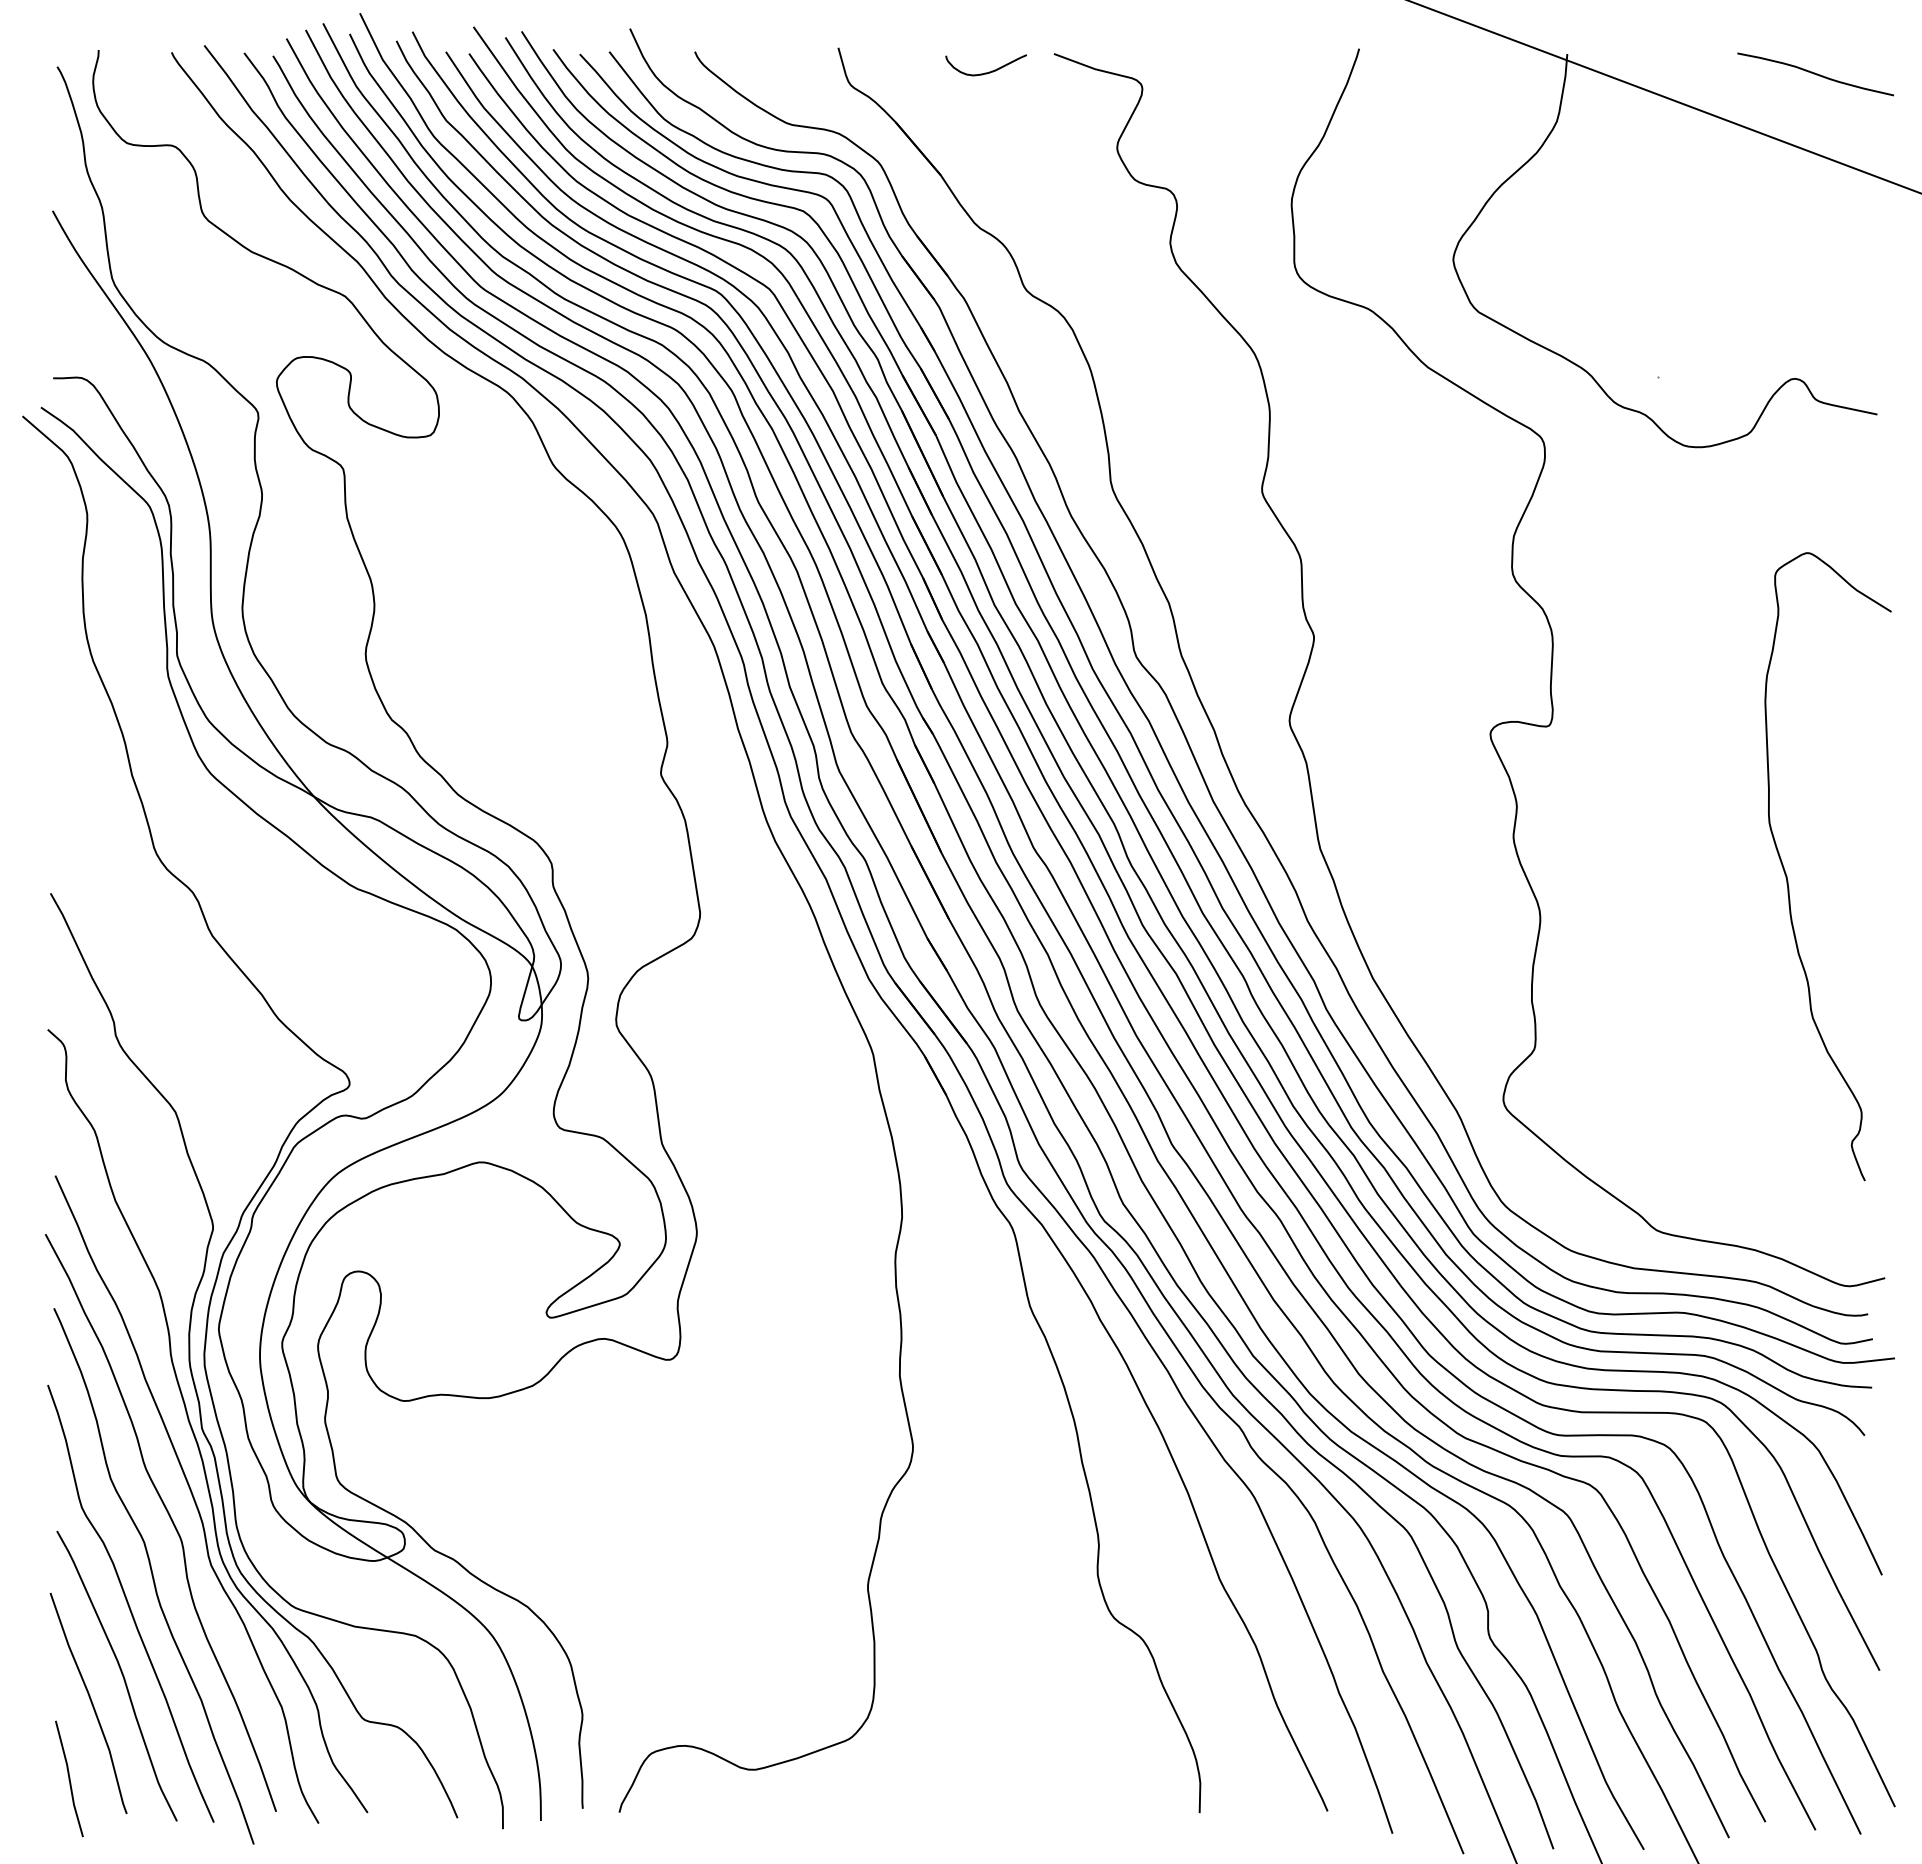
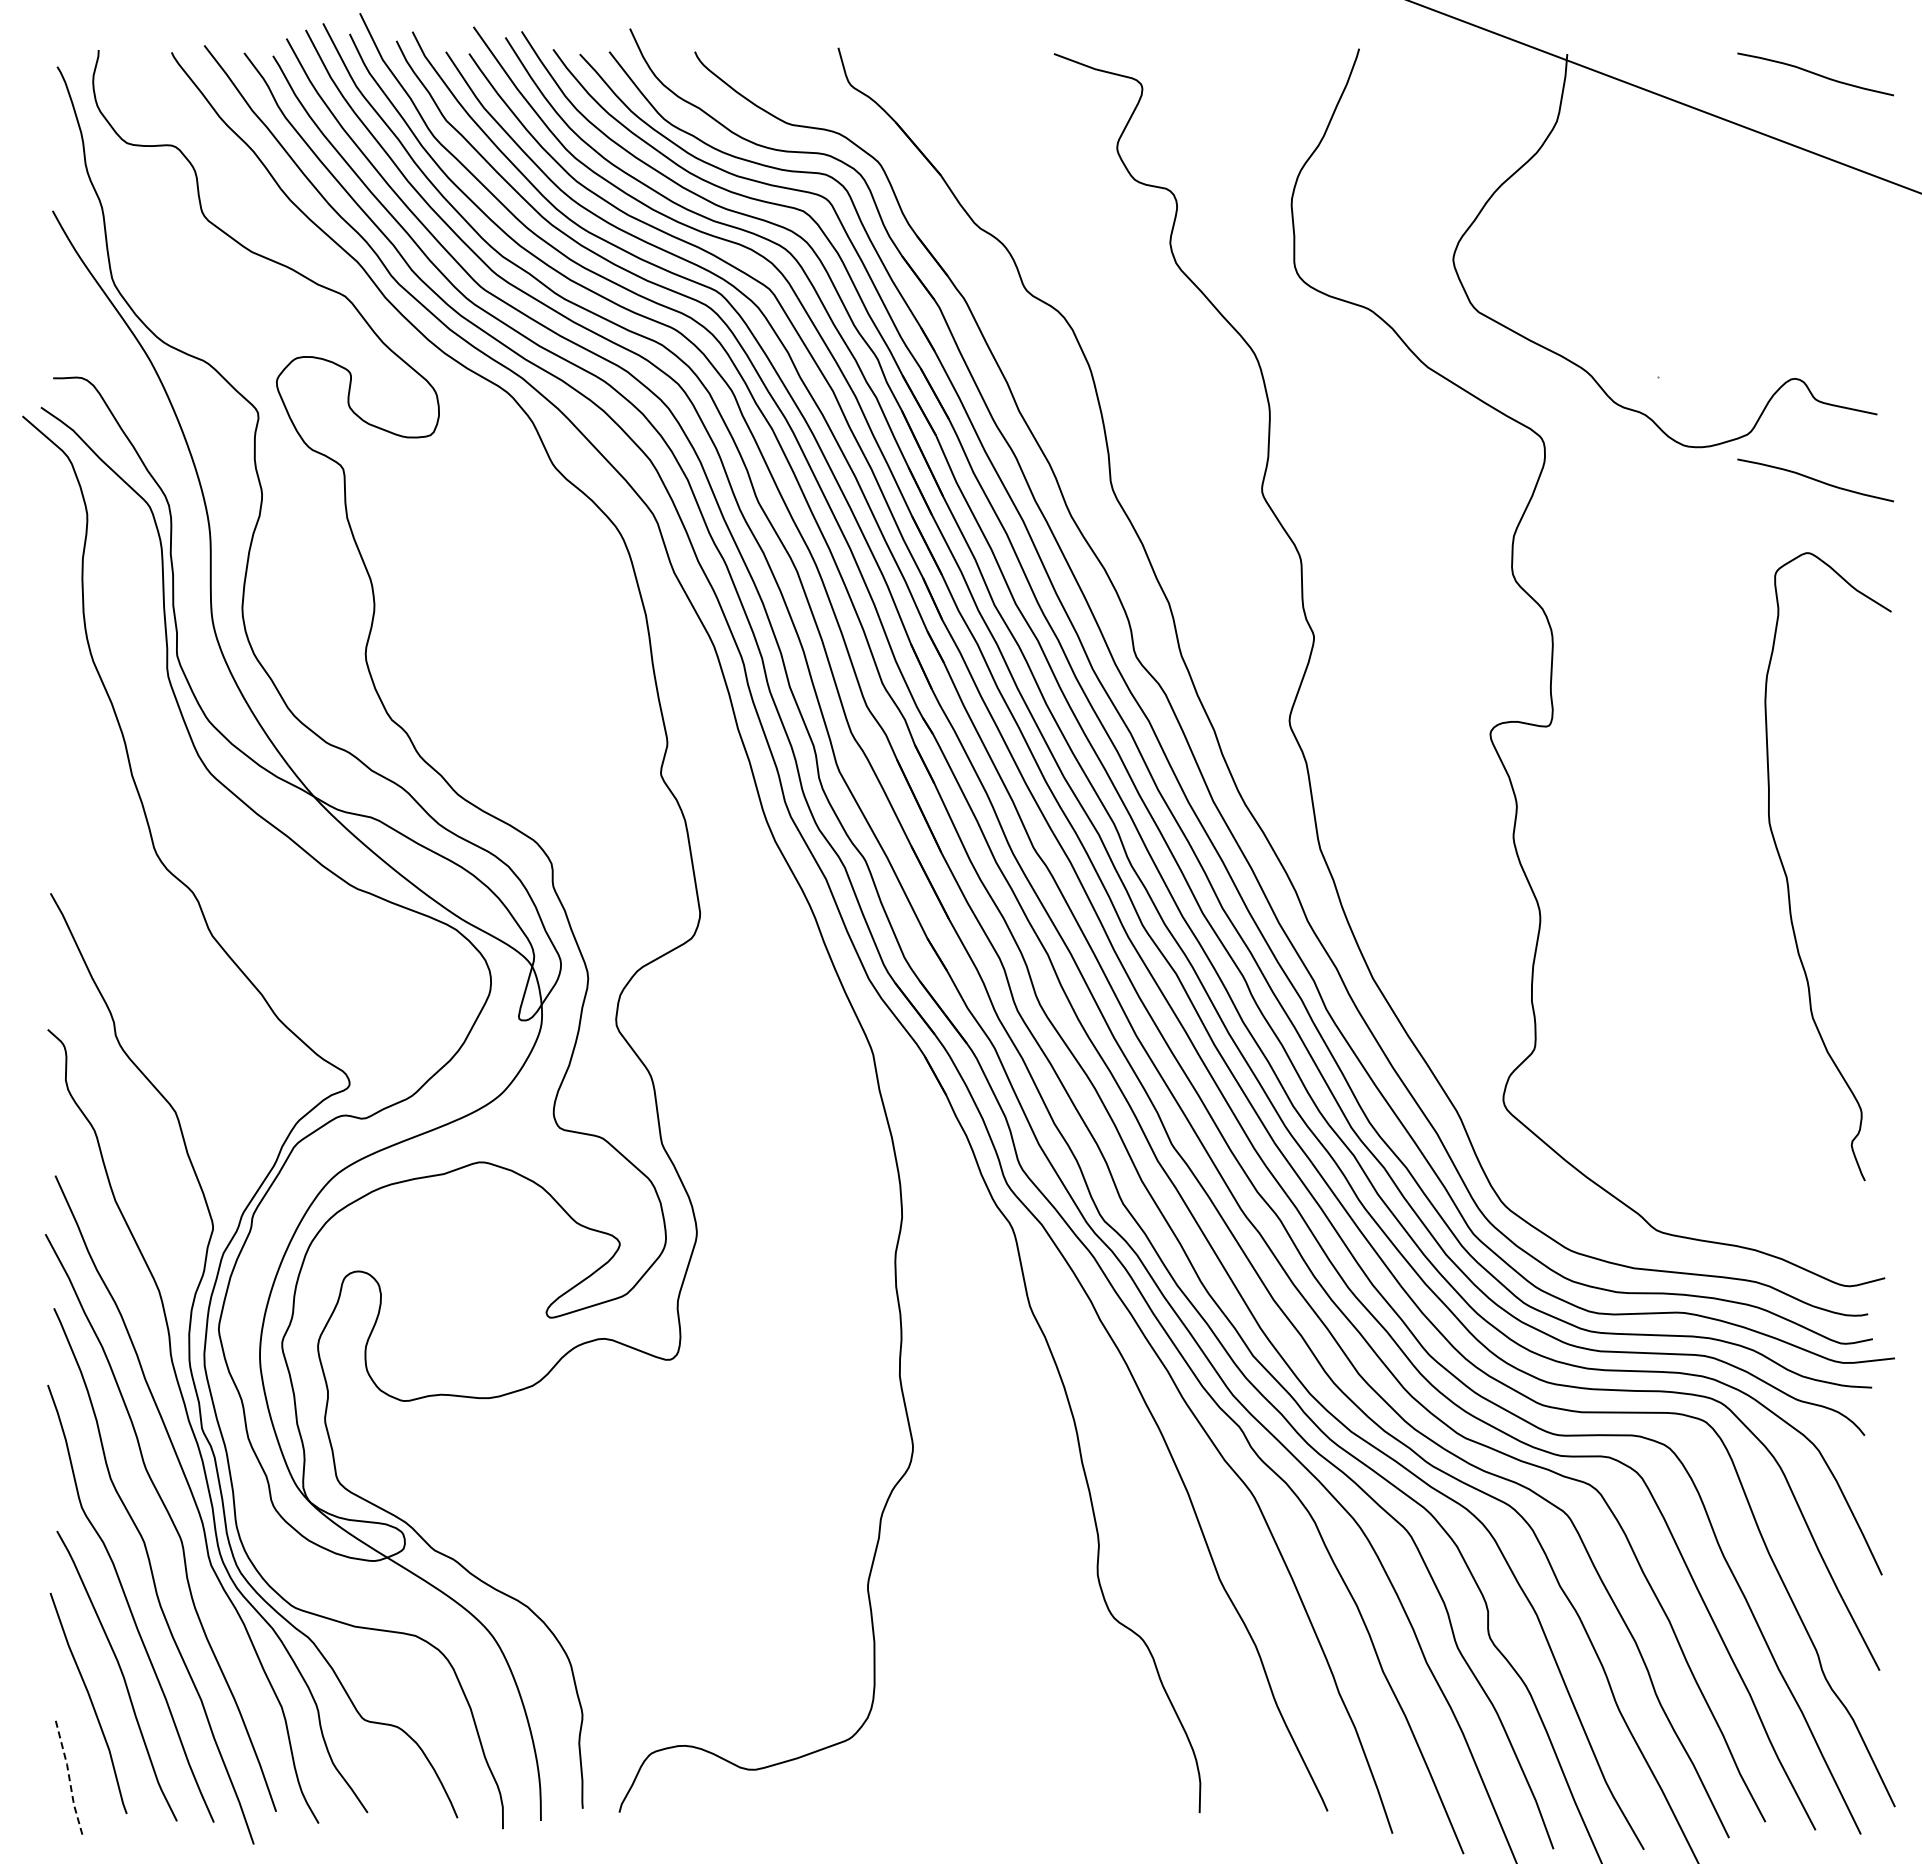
curve at (985, 72): present -> none
curve at (1815, 480): none -> present
line at (69, 1779): solid -> dashed
